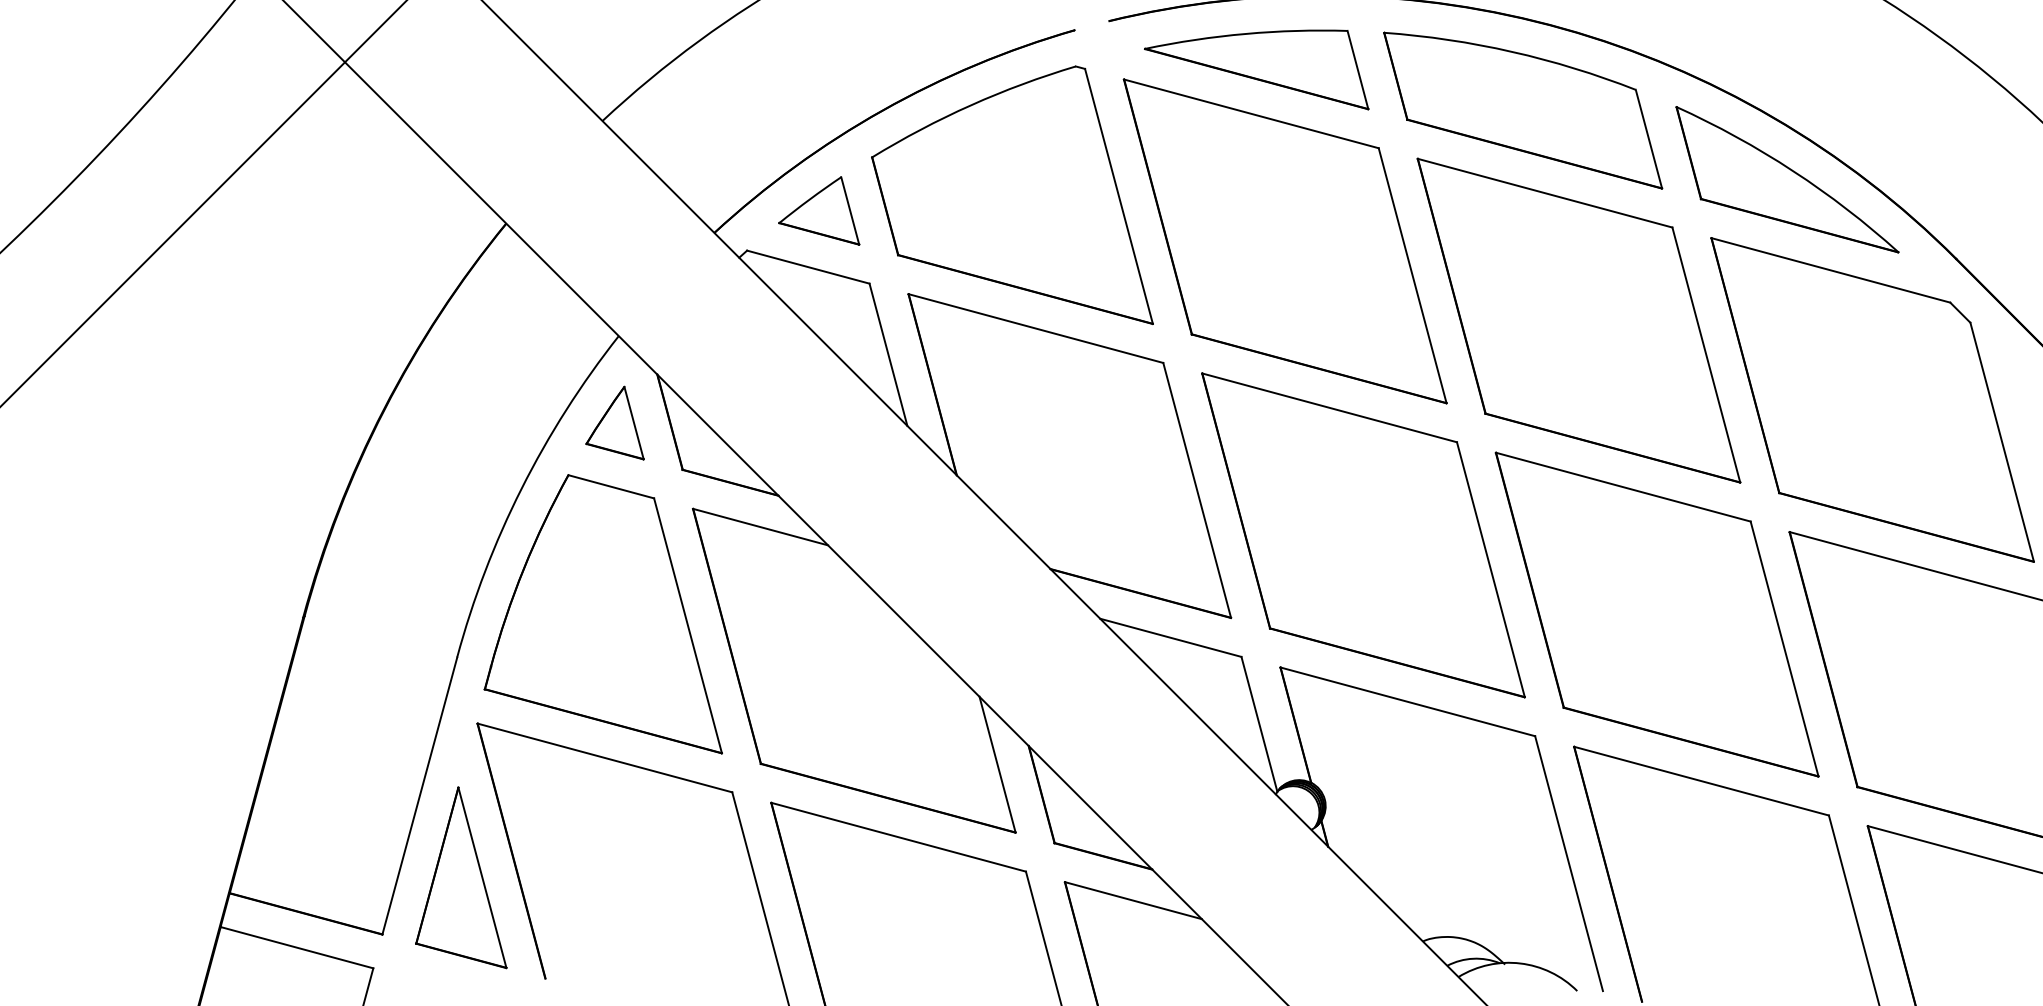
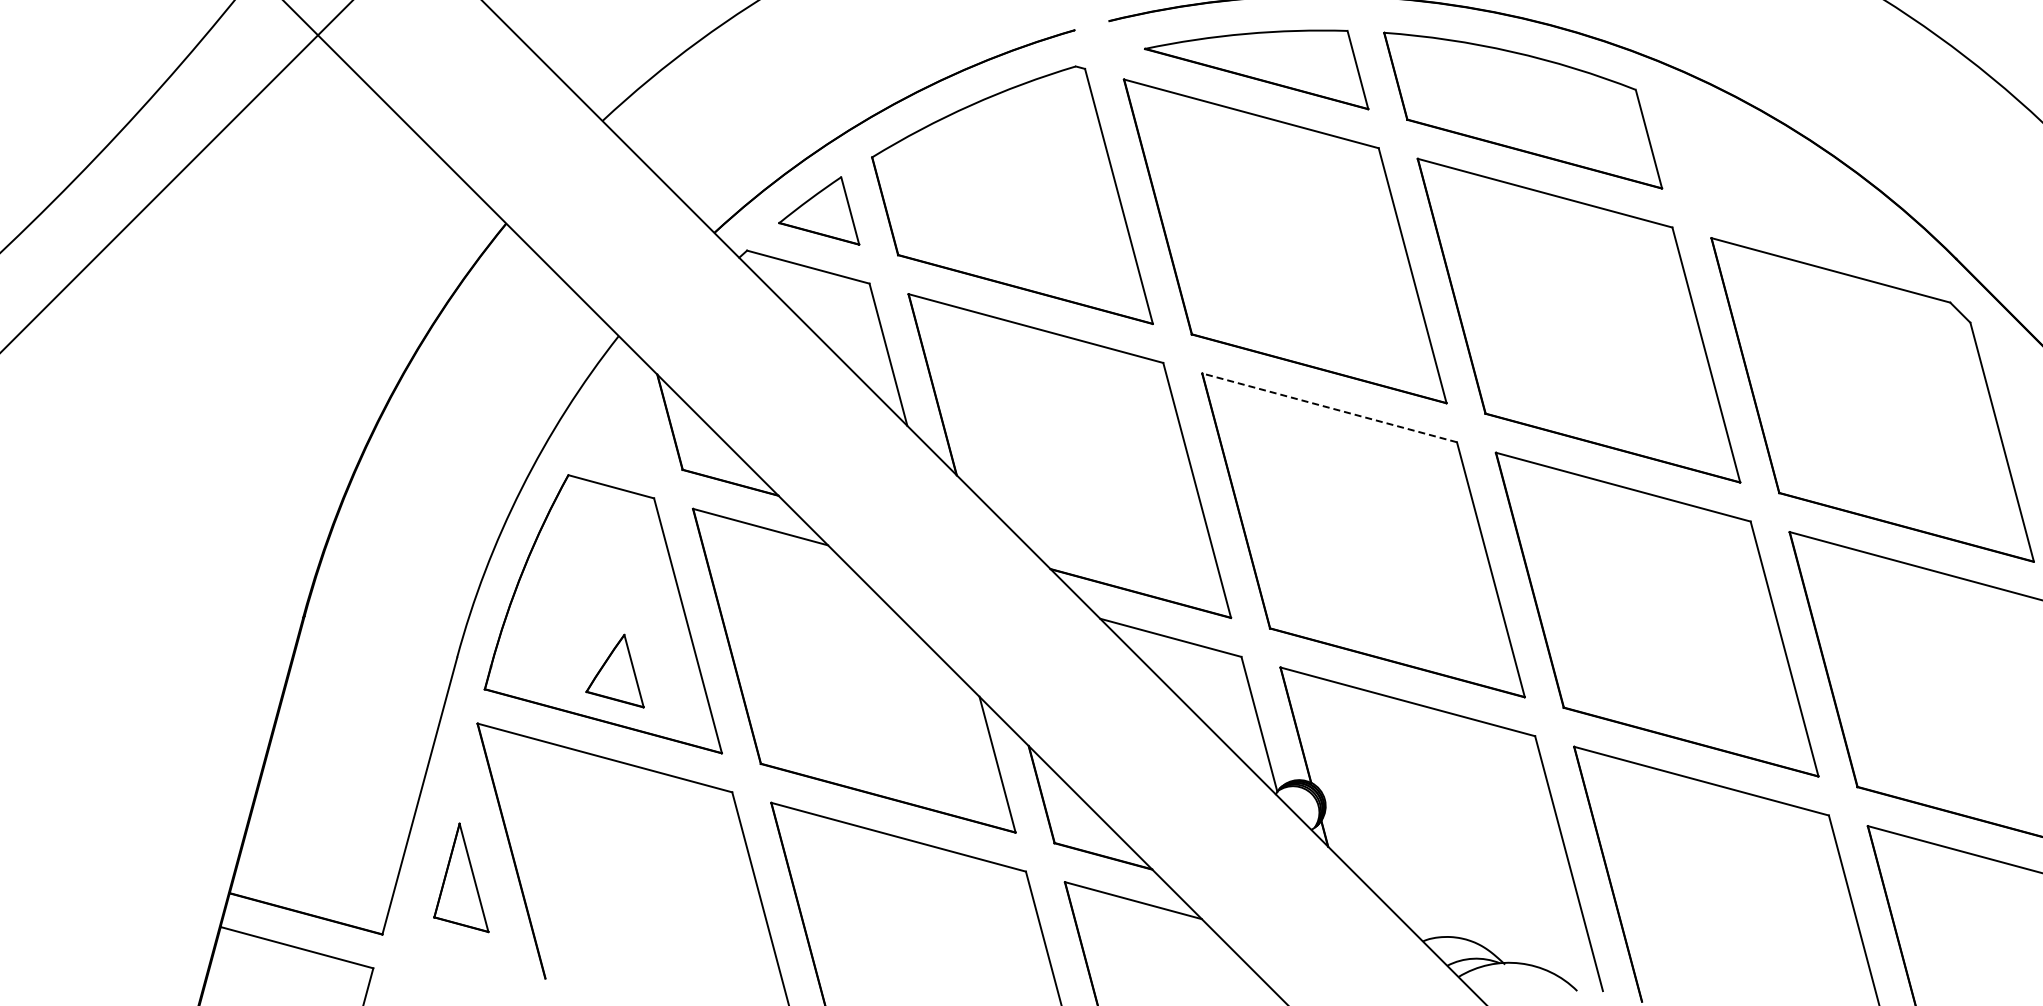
part at (1787, 179): present -> none
line at (203, 203) position: (203, 203) -> (176, 176)
line at (1329, 407): solid -> dashed
part at (614, 422) position: (614, 422) -> (614, 670)
part at (461, 877) size: 93x184 px -> 57x112 px
